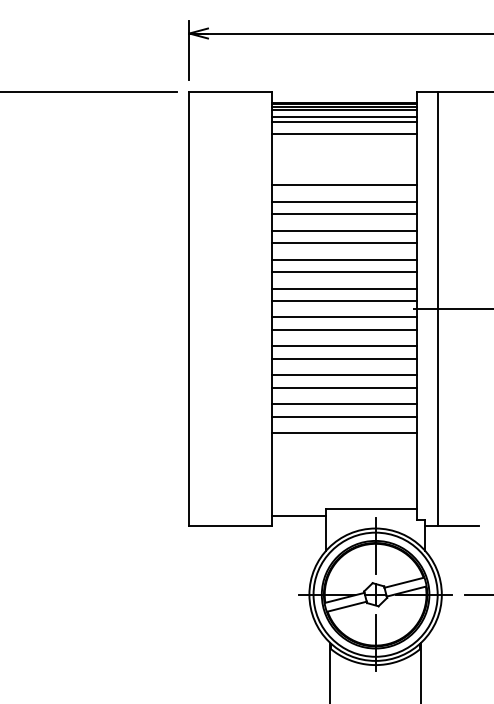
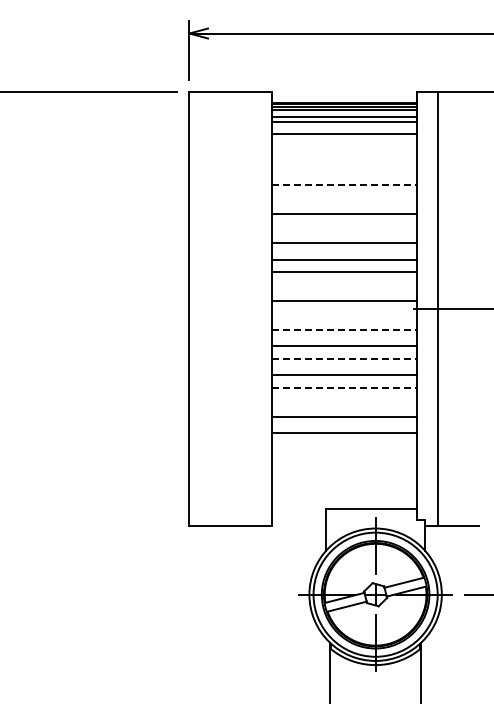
line at (345, 185): solid -> dashed
line at (344, 201): present -> none
line at (344, 230): present -> none
line at (344, 288): present -> none
line at (344, 317): present -> none
line at (345, 329): solid -> dashed
line at (345, 358): solid -> dashed
line at (345, 387): solid -> dashed
line at (344, 404): present -> none
line at (298, 516): present -> none
